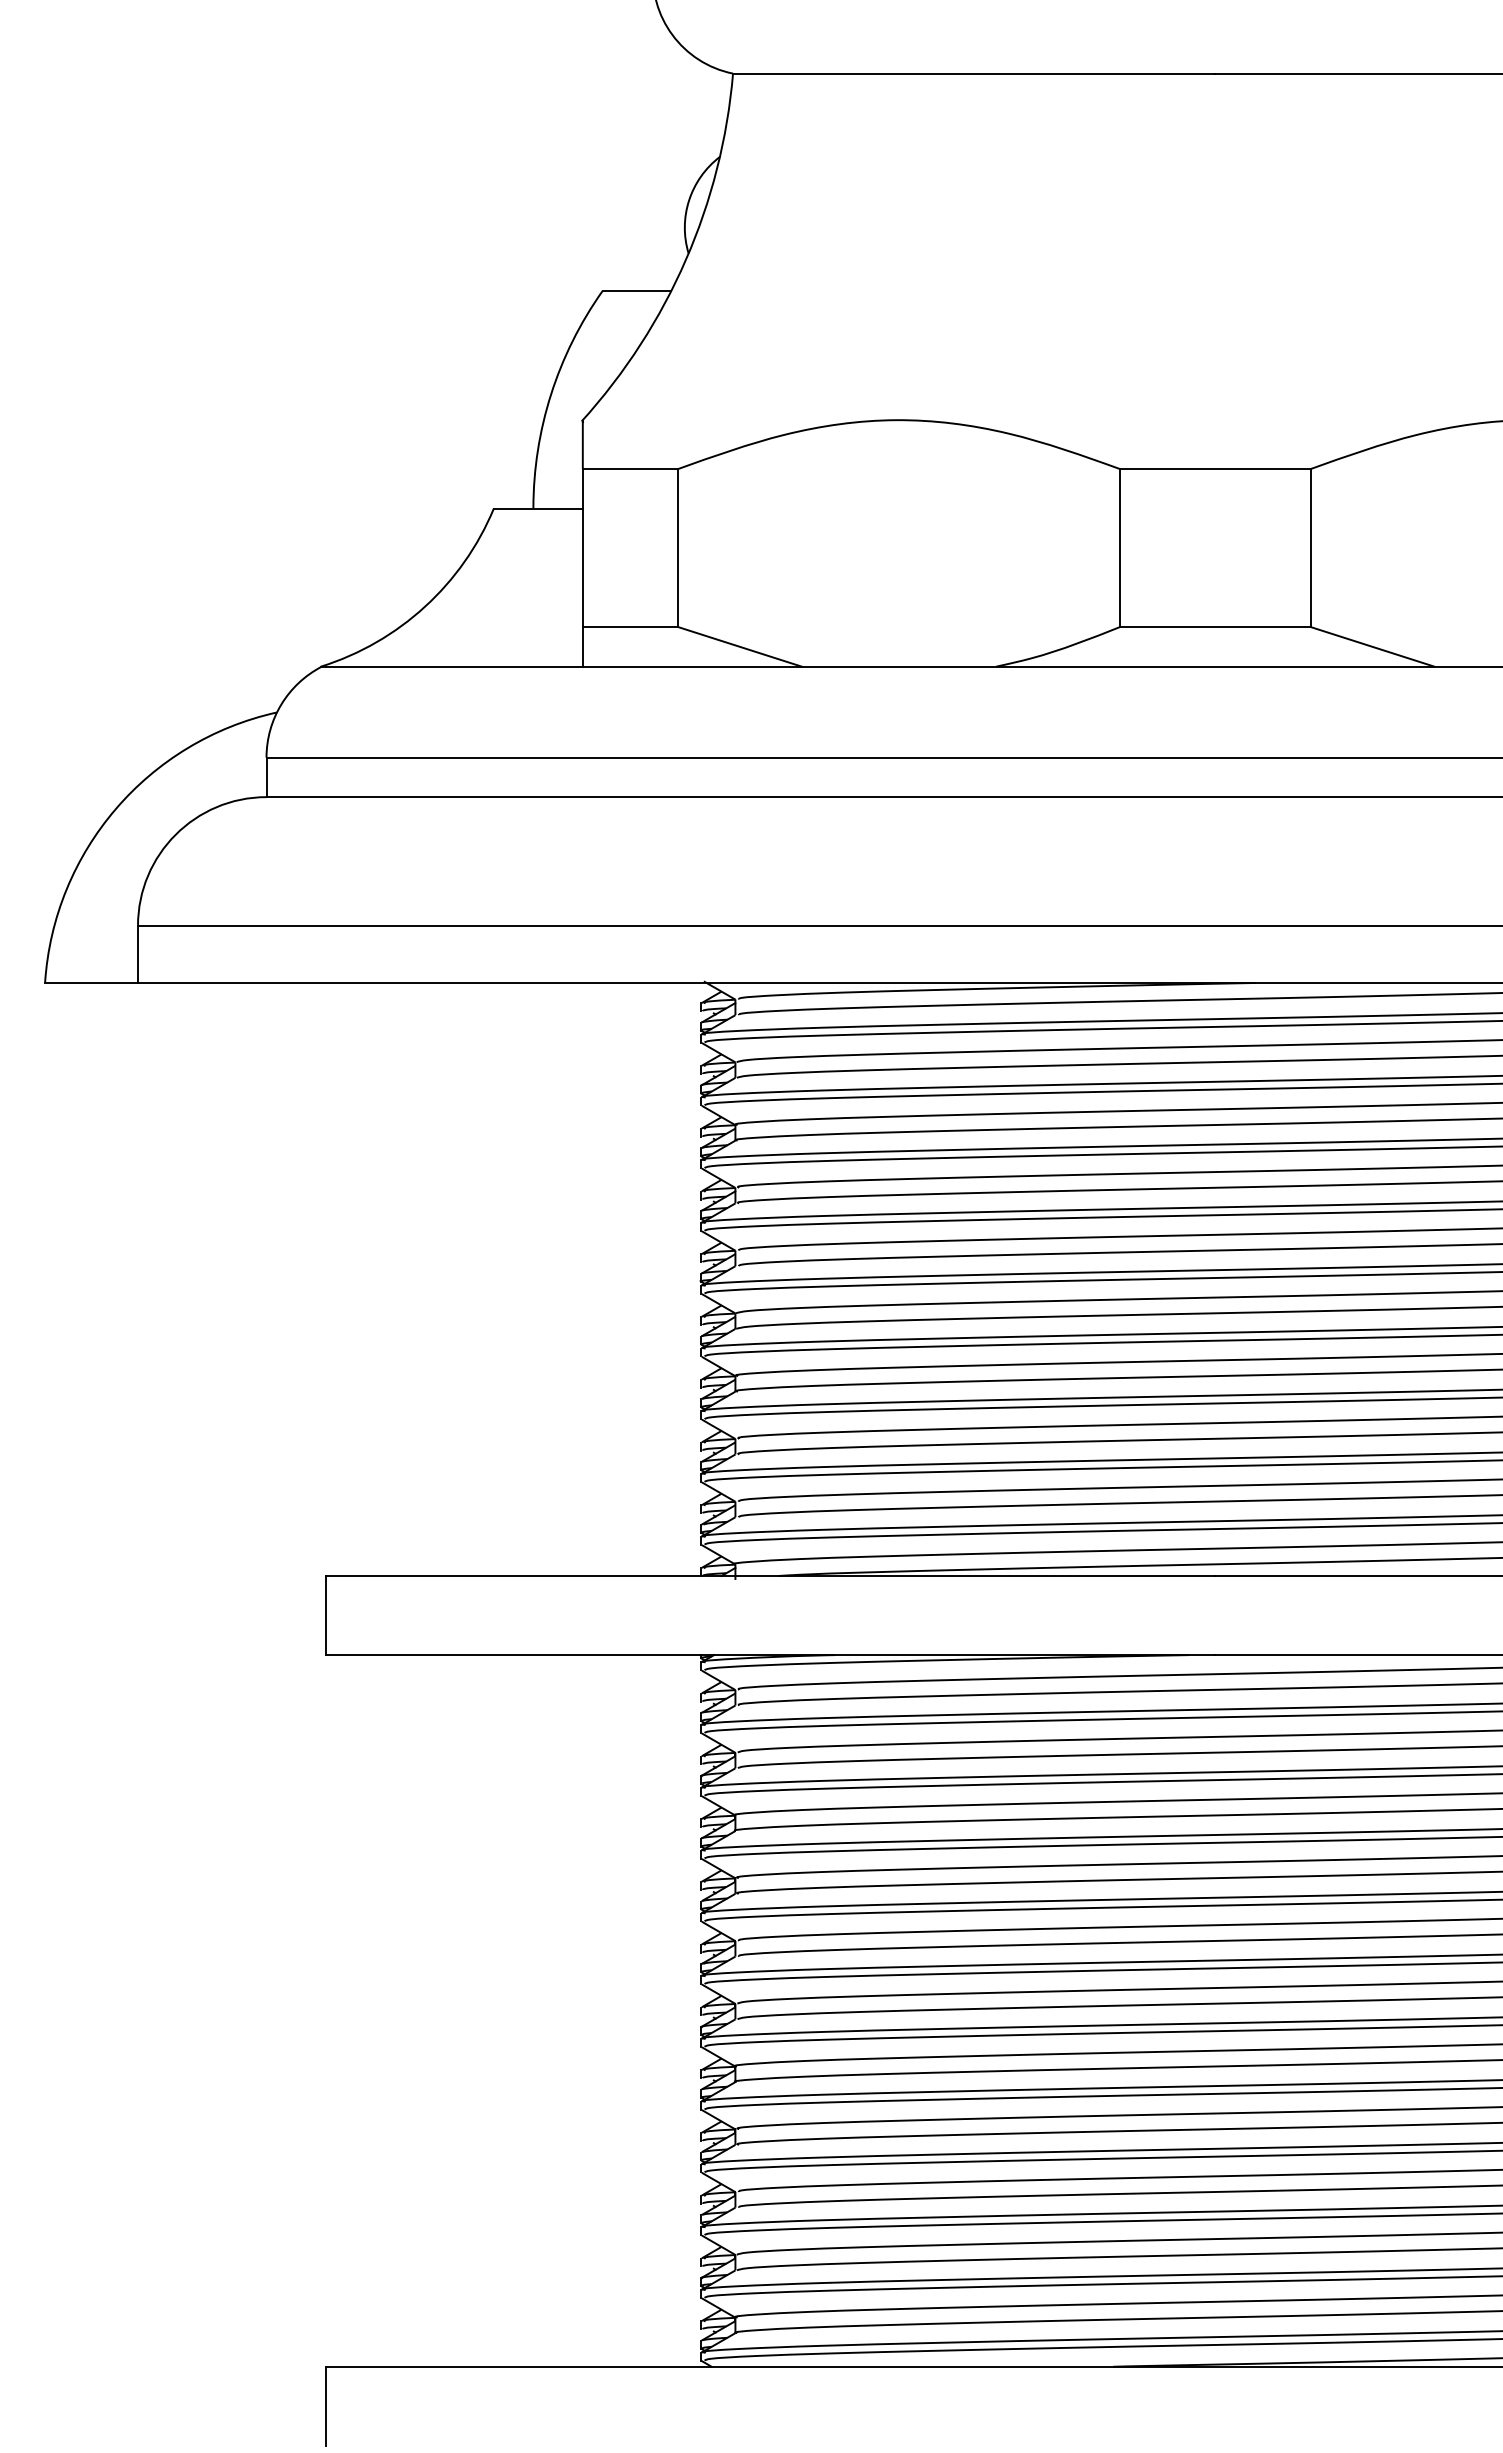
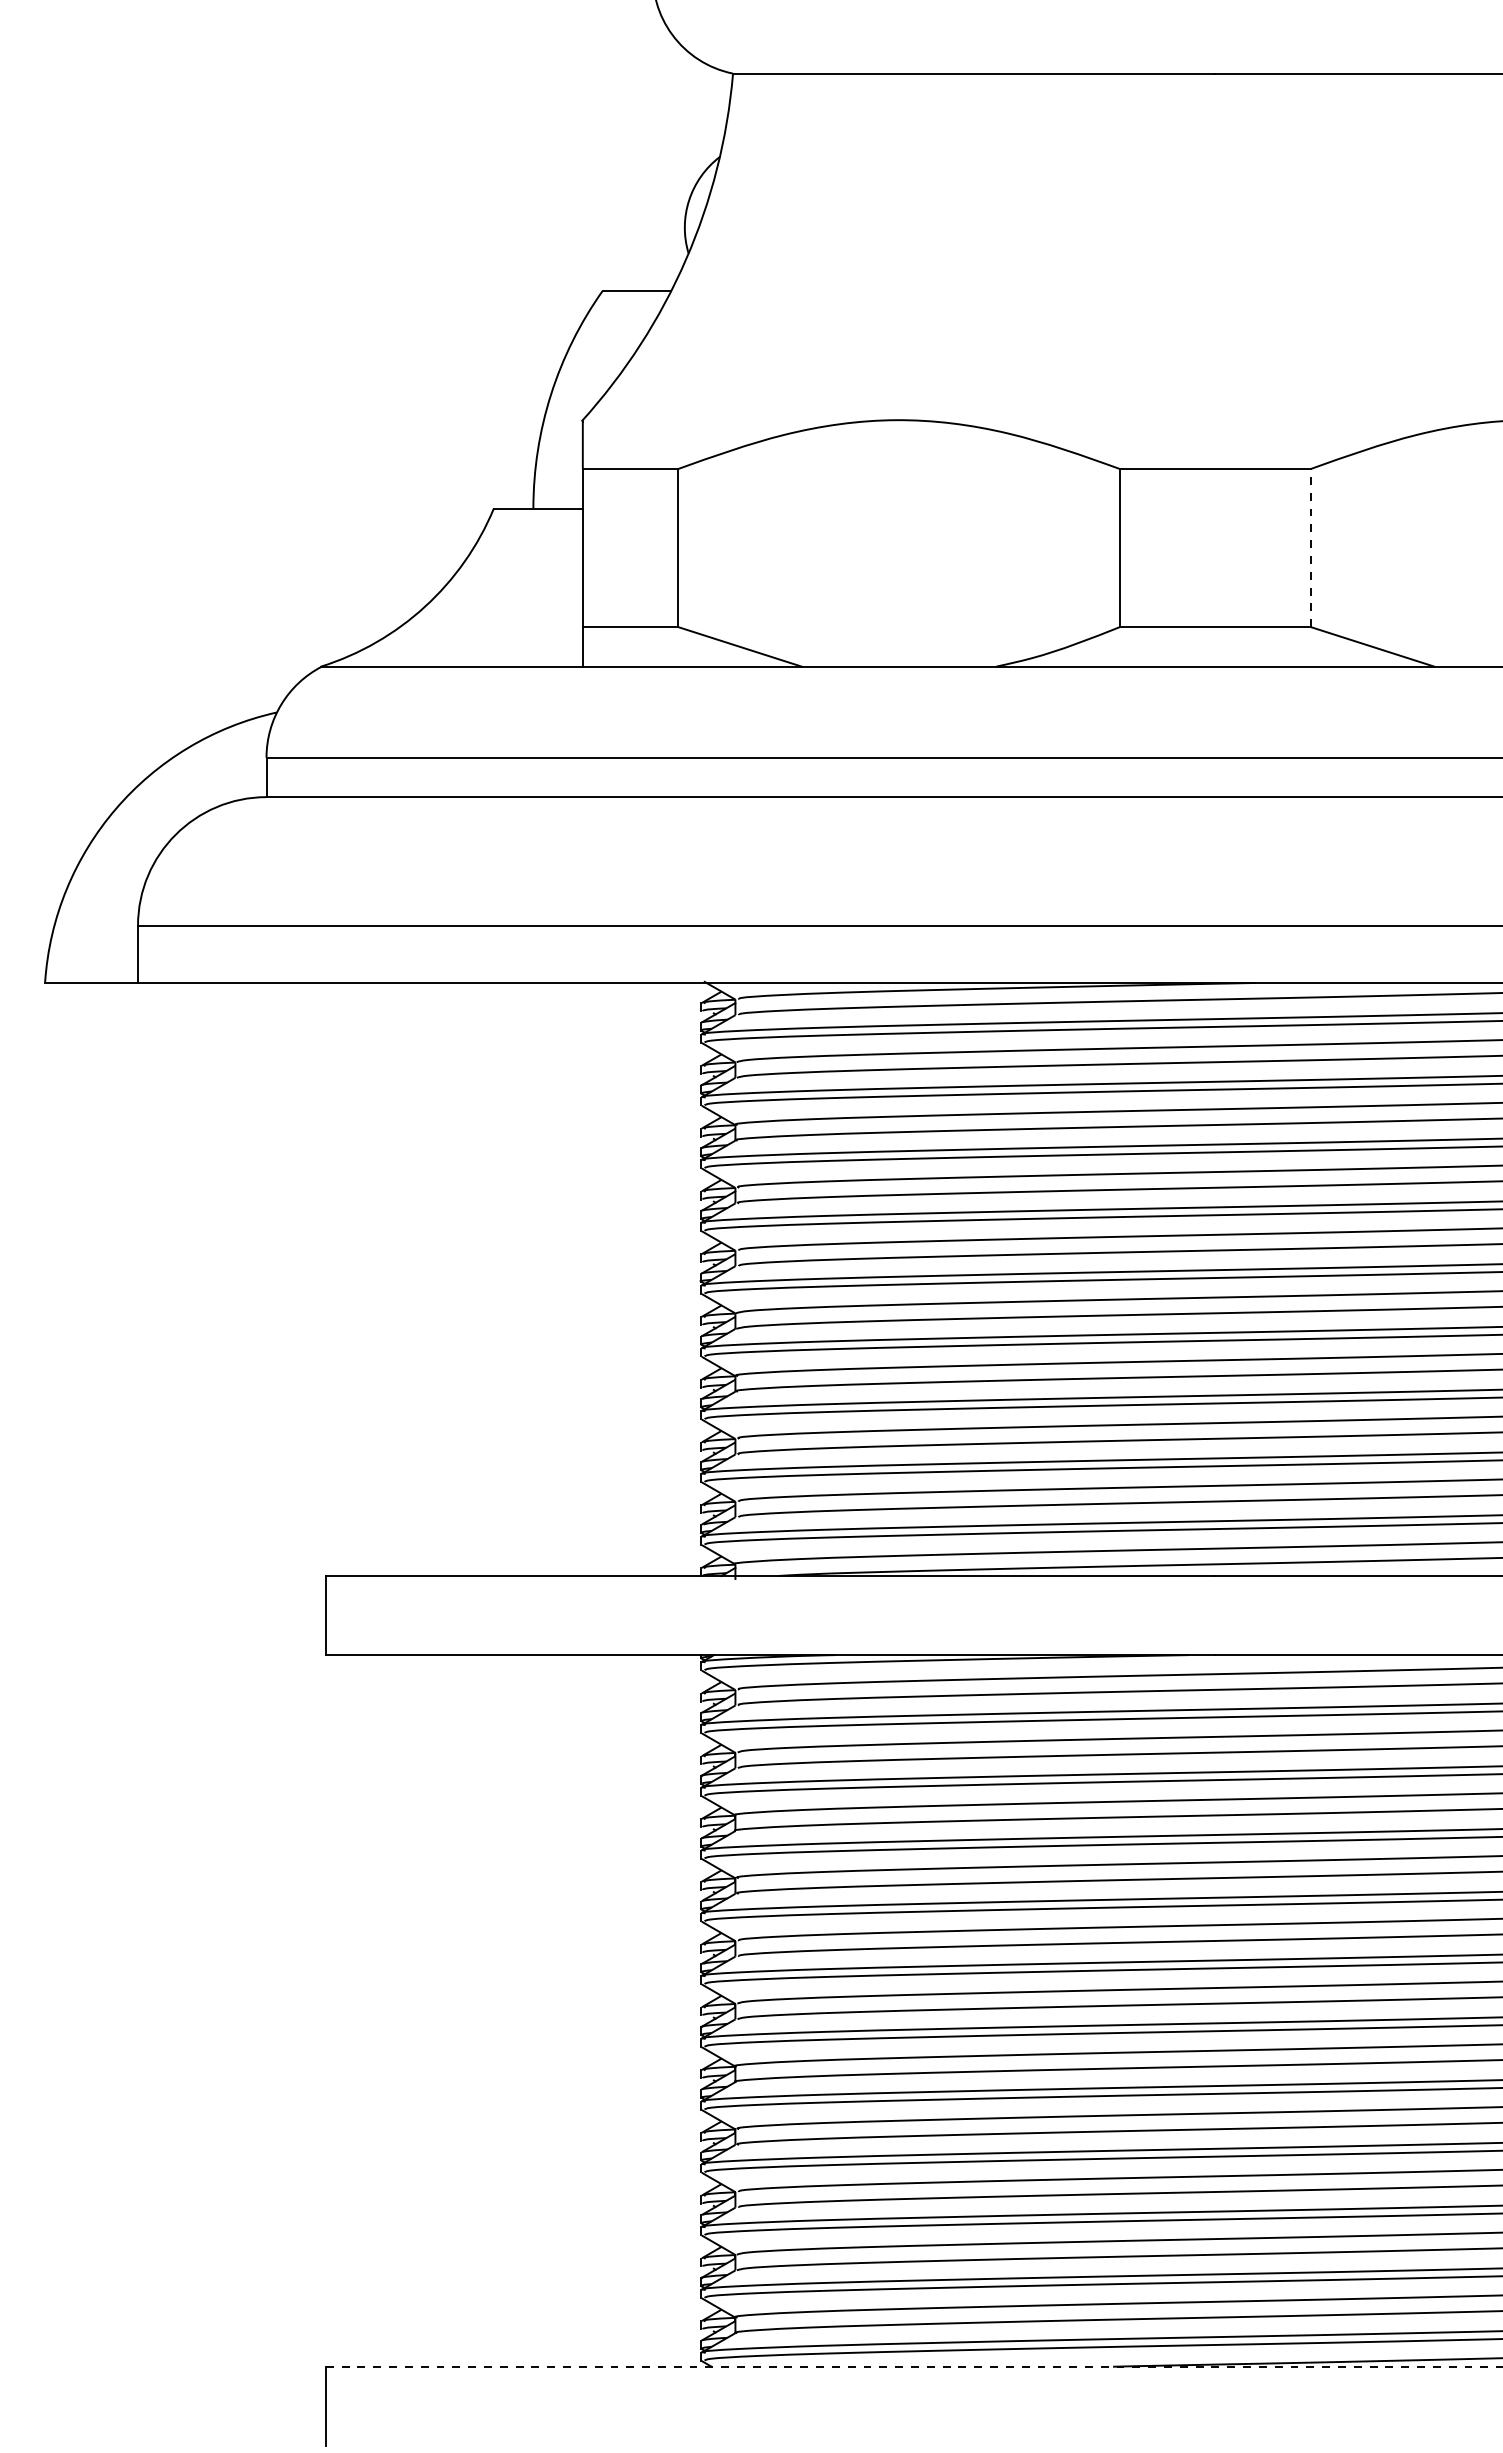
line at (1310, 547): solid -> dashed
line at (913, 2366): solid -> dashed
